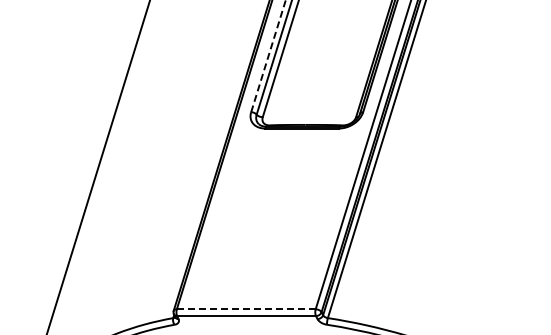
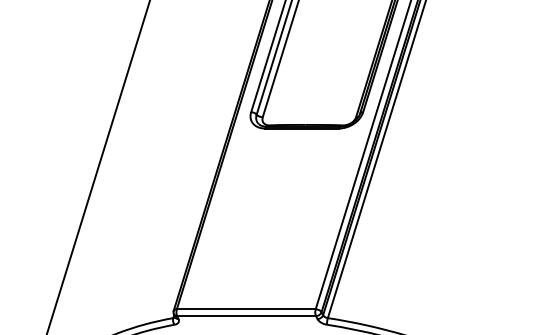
line at (268, 56): dashed -> solid
line at (245, 309): dashed -> solid
